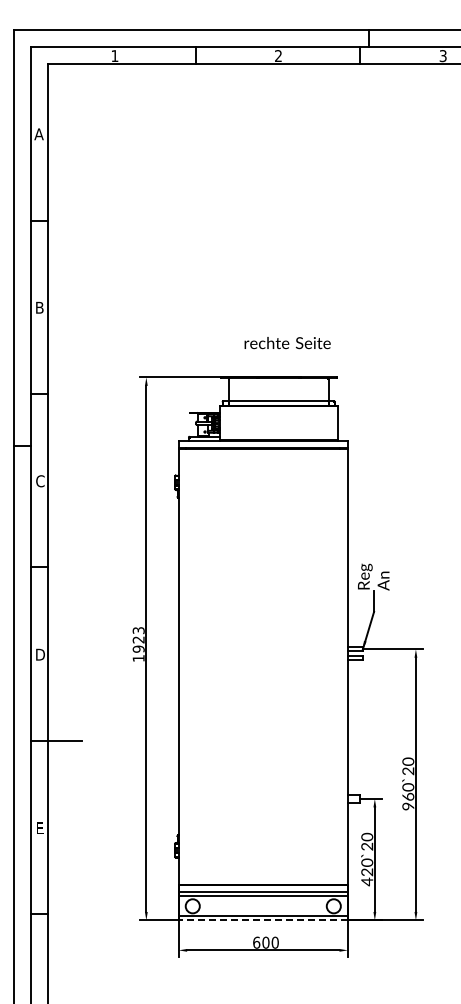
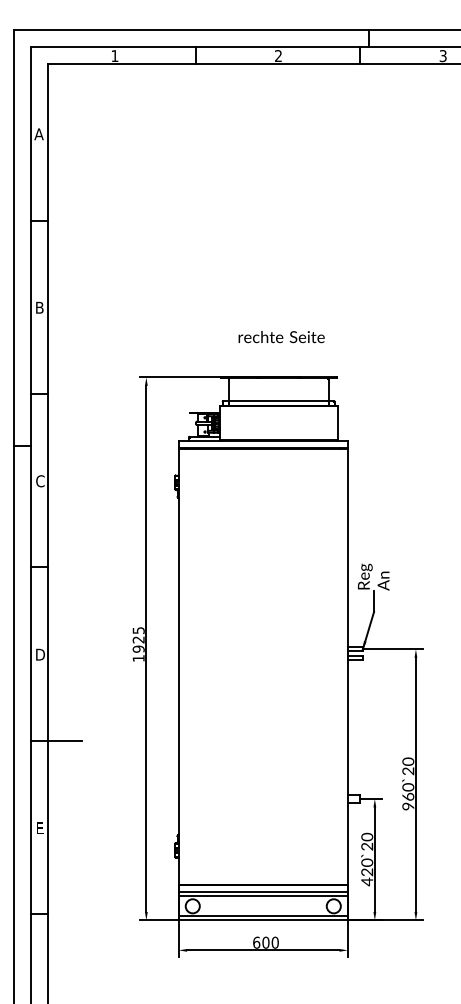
text at (287, 343) position: (287, 343) -> (281, 337)
text at (137, 630): 1923 -> 1925
line at (263, 920): dashed -> solid
